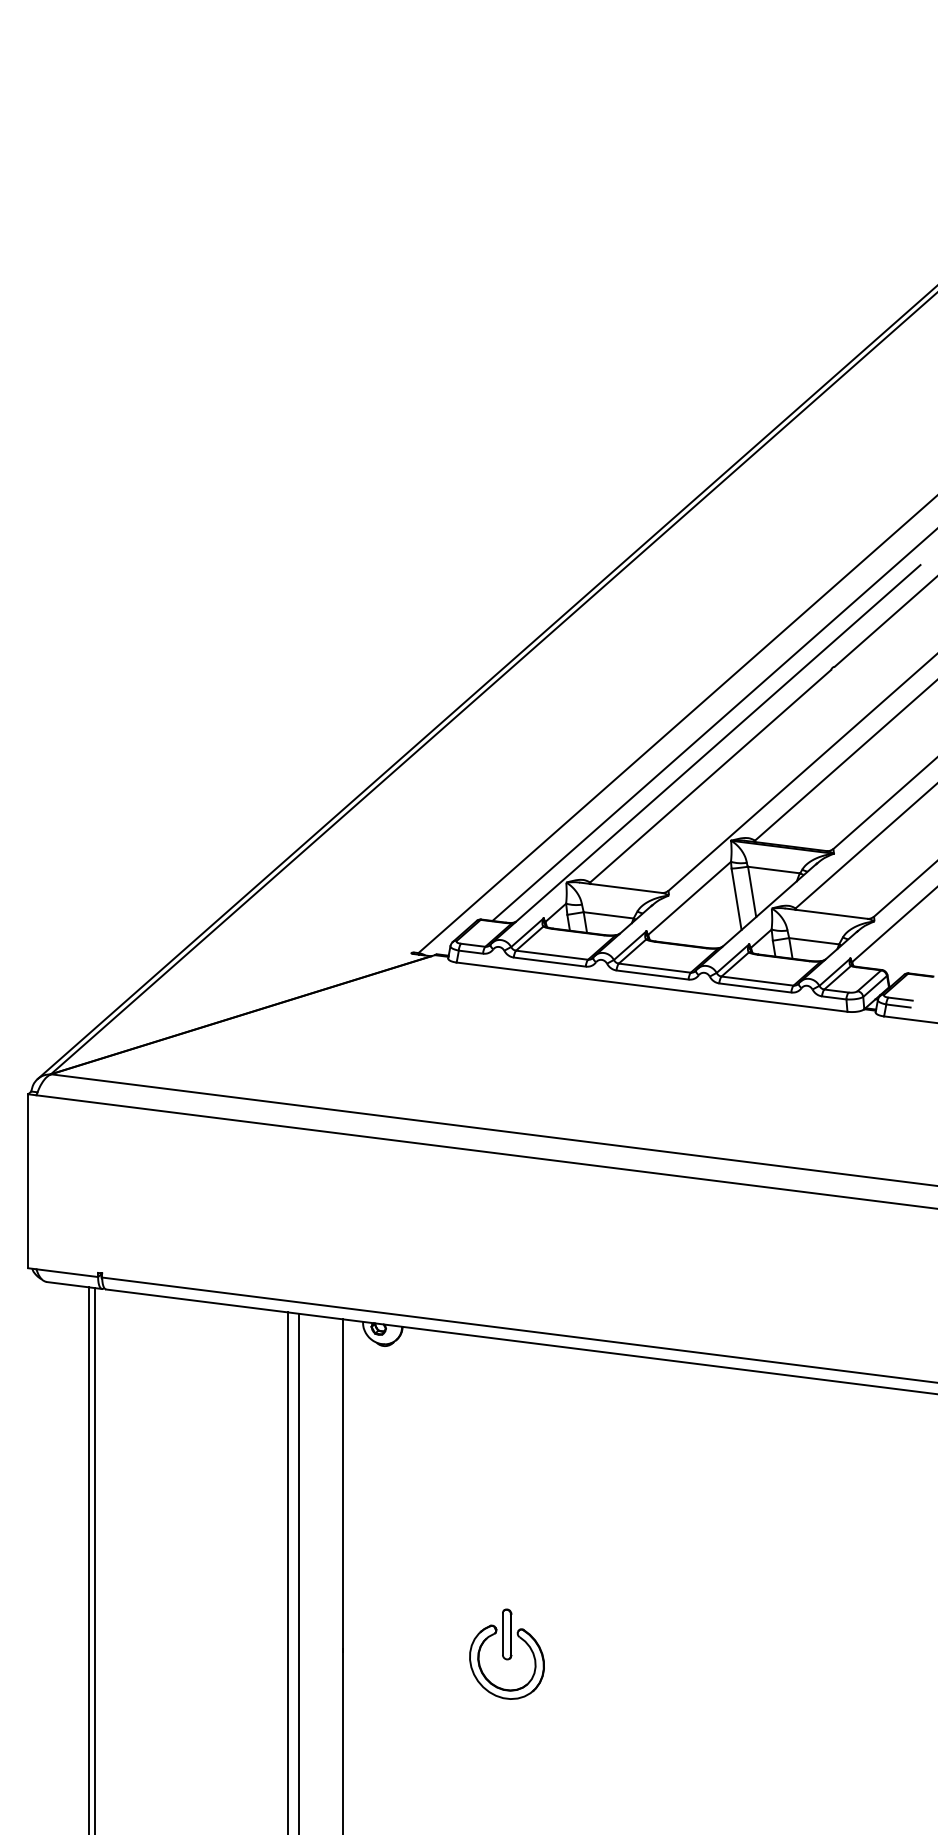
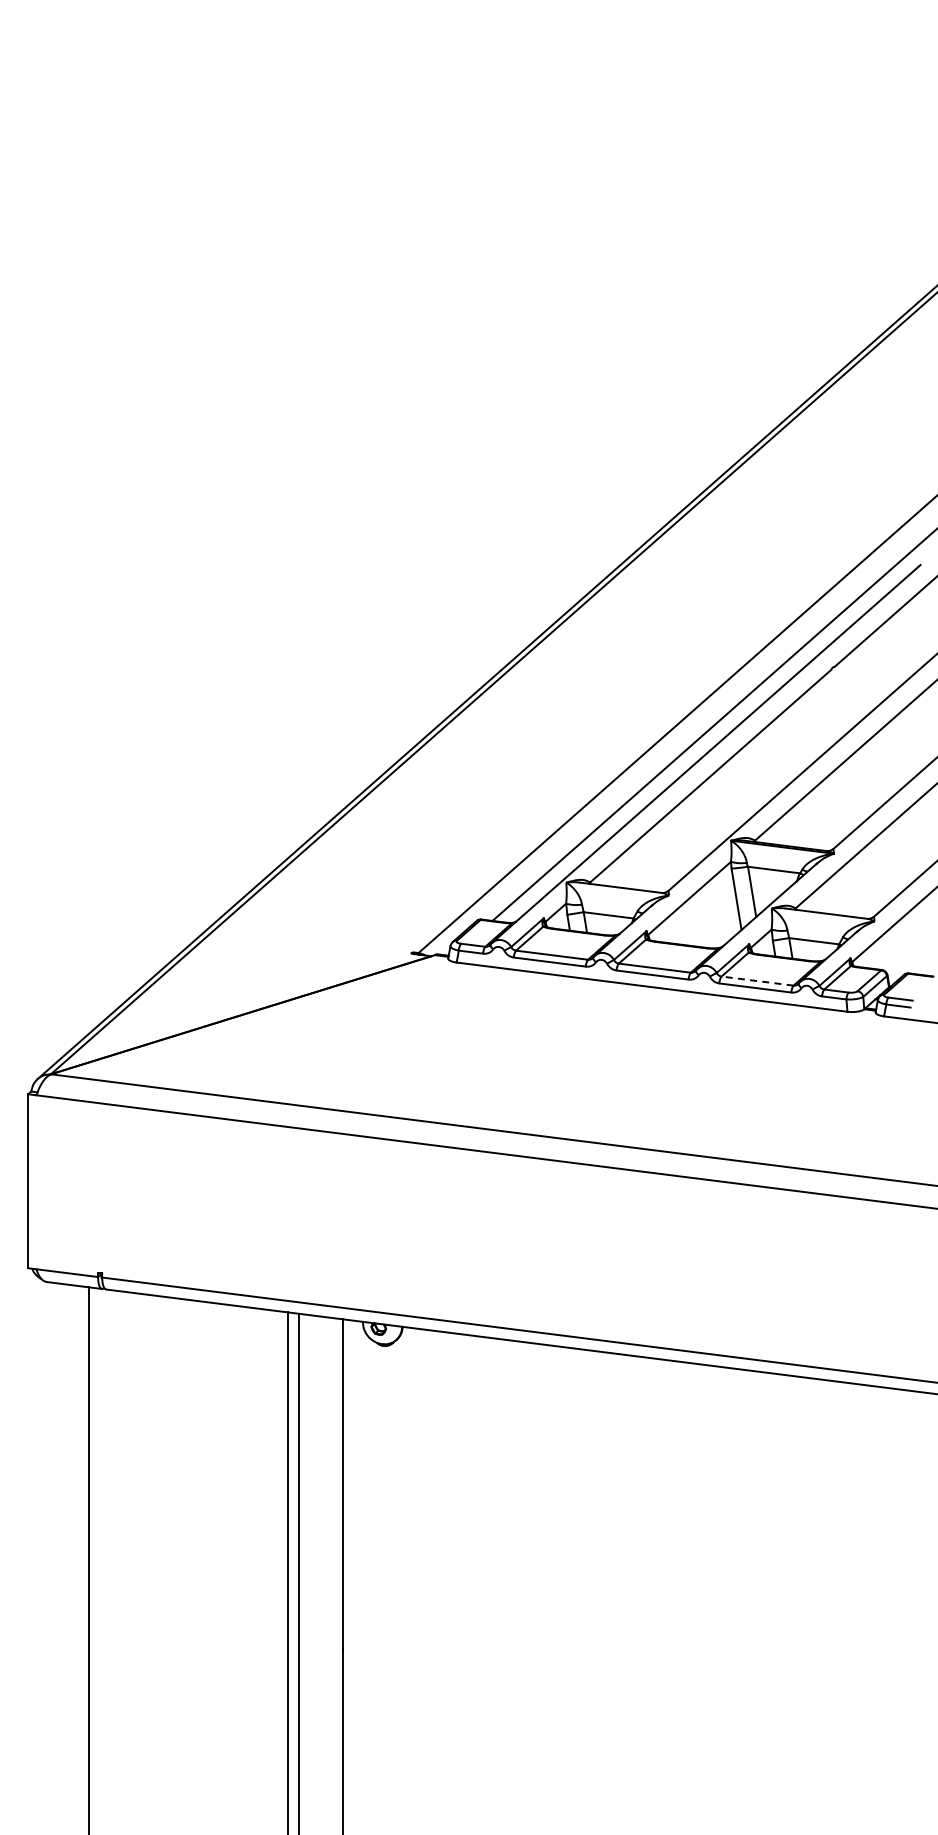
line at (757, 981): solid -> dashed
line at (94, 1559): present -> none
part at (506, 1653): present -> none
